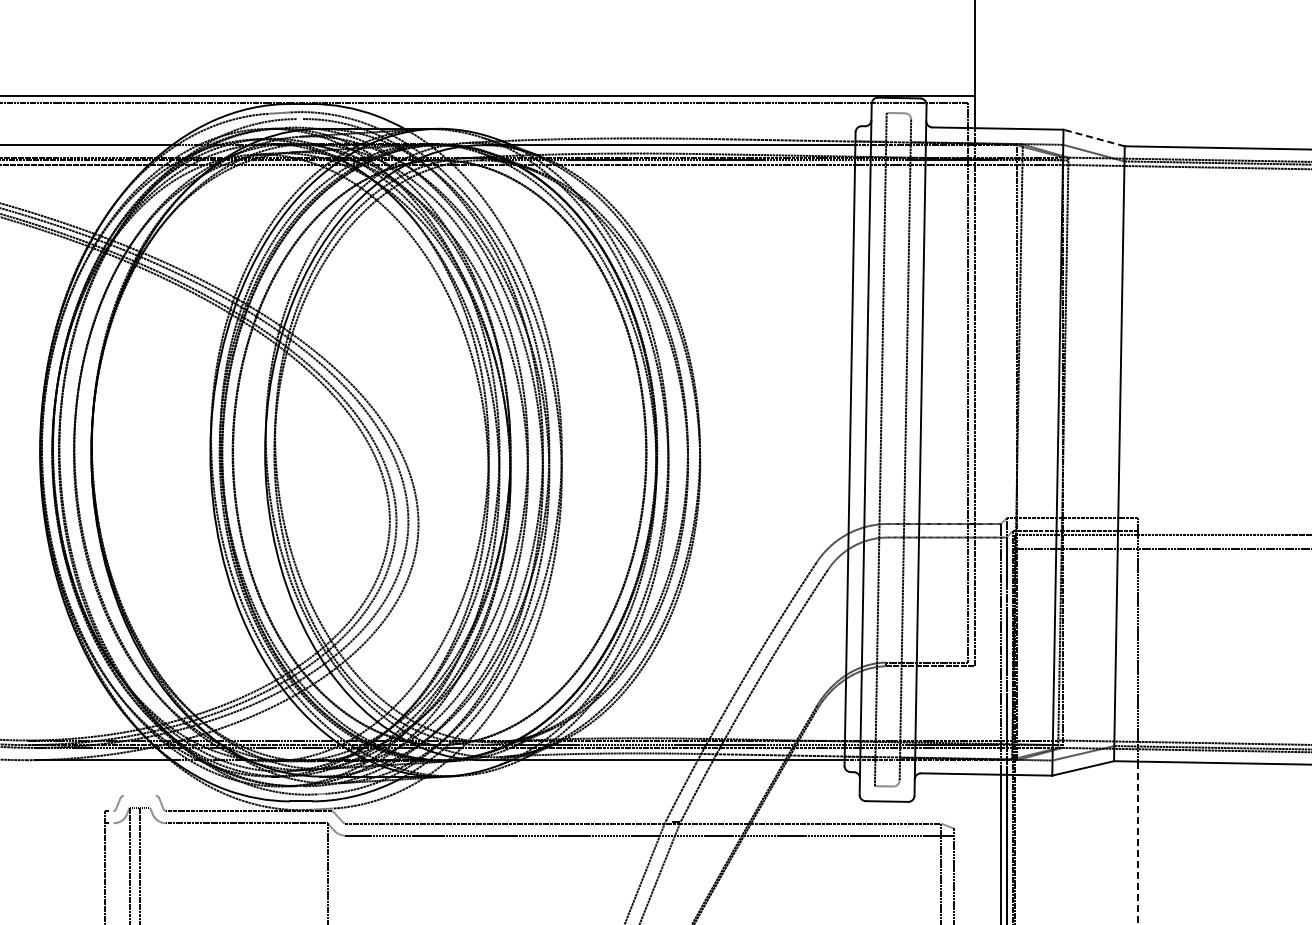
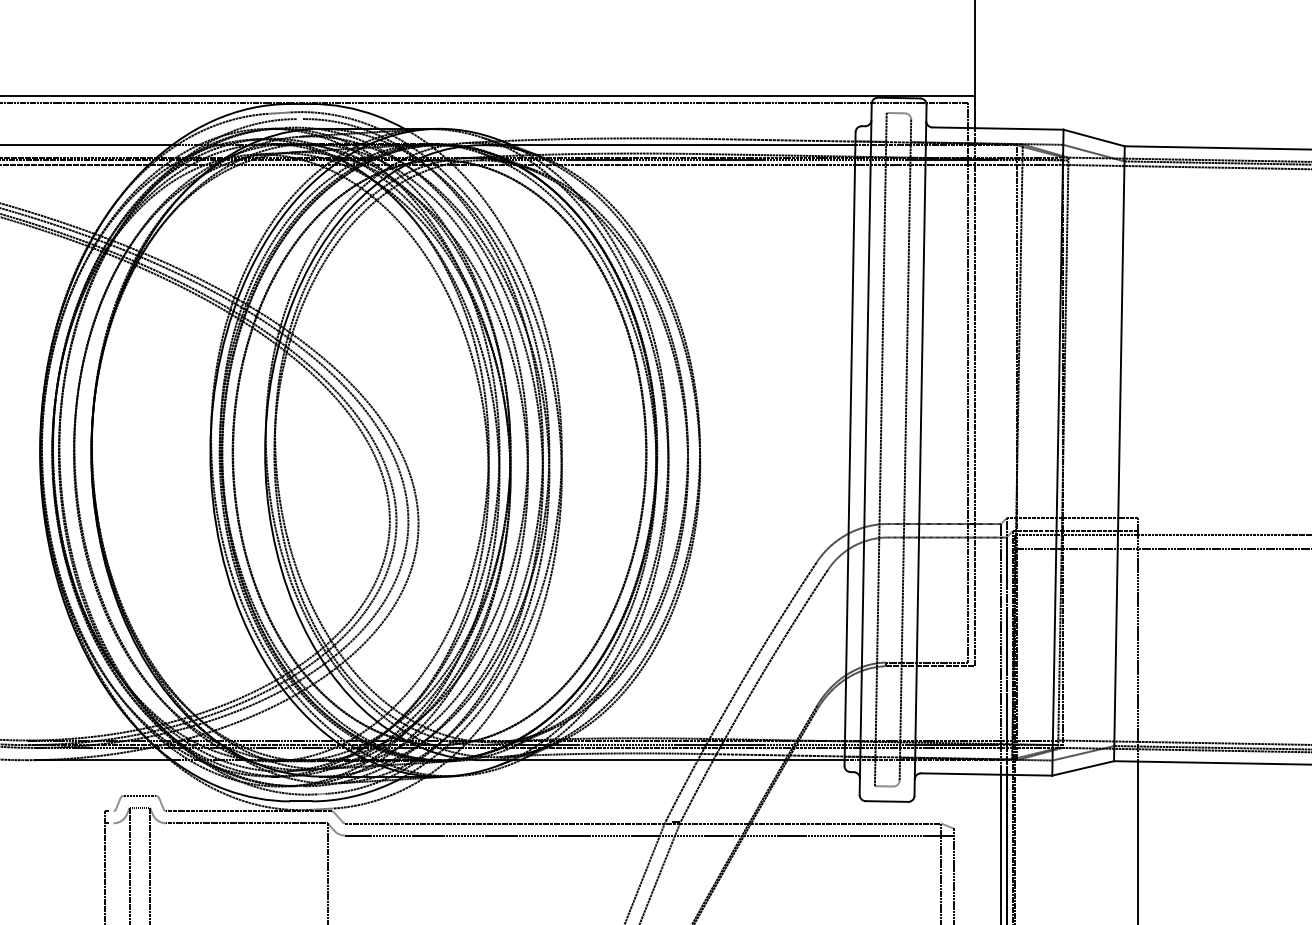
line at (1094, 138): dashed -> solid
line at (139, 795): none -> present
line at (1138, 843): dashed -> solid
line at (140, 864) position: (140, 864) -> (150, 864)
